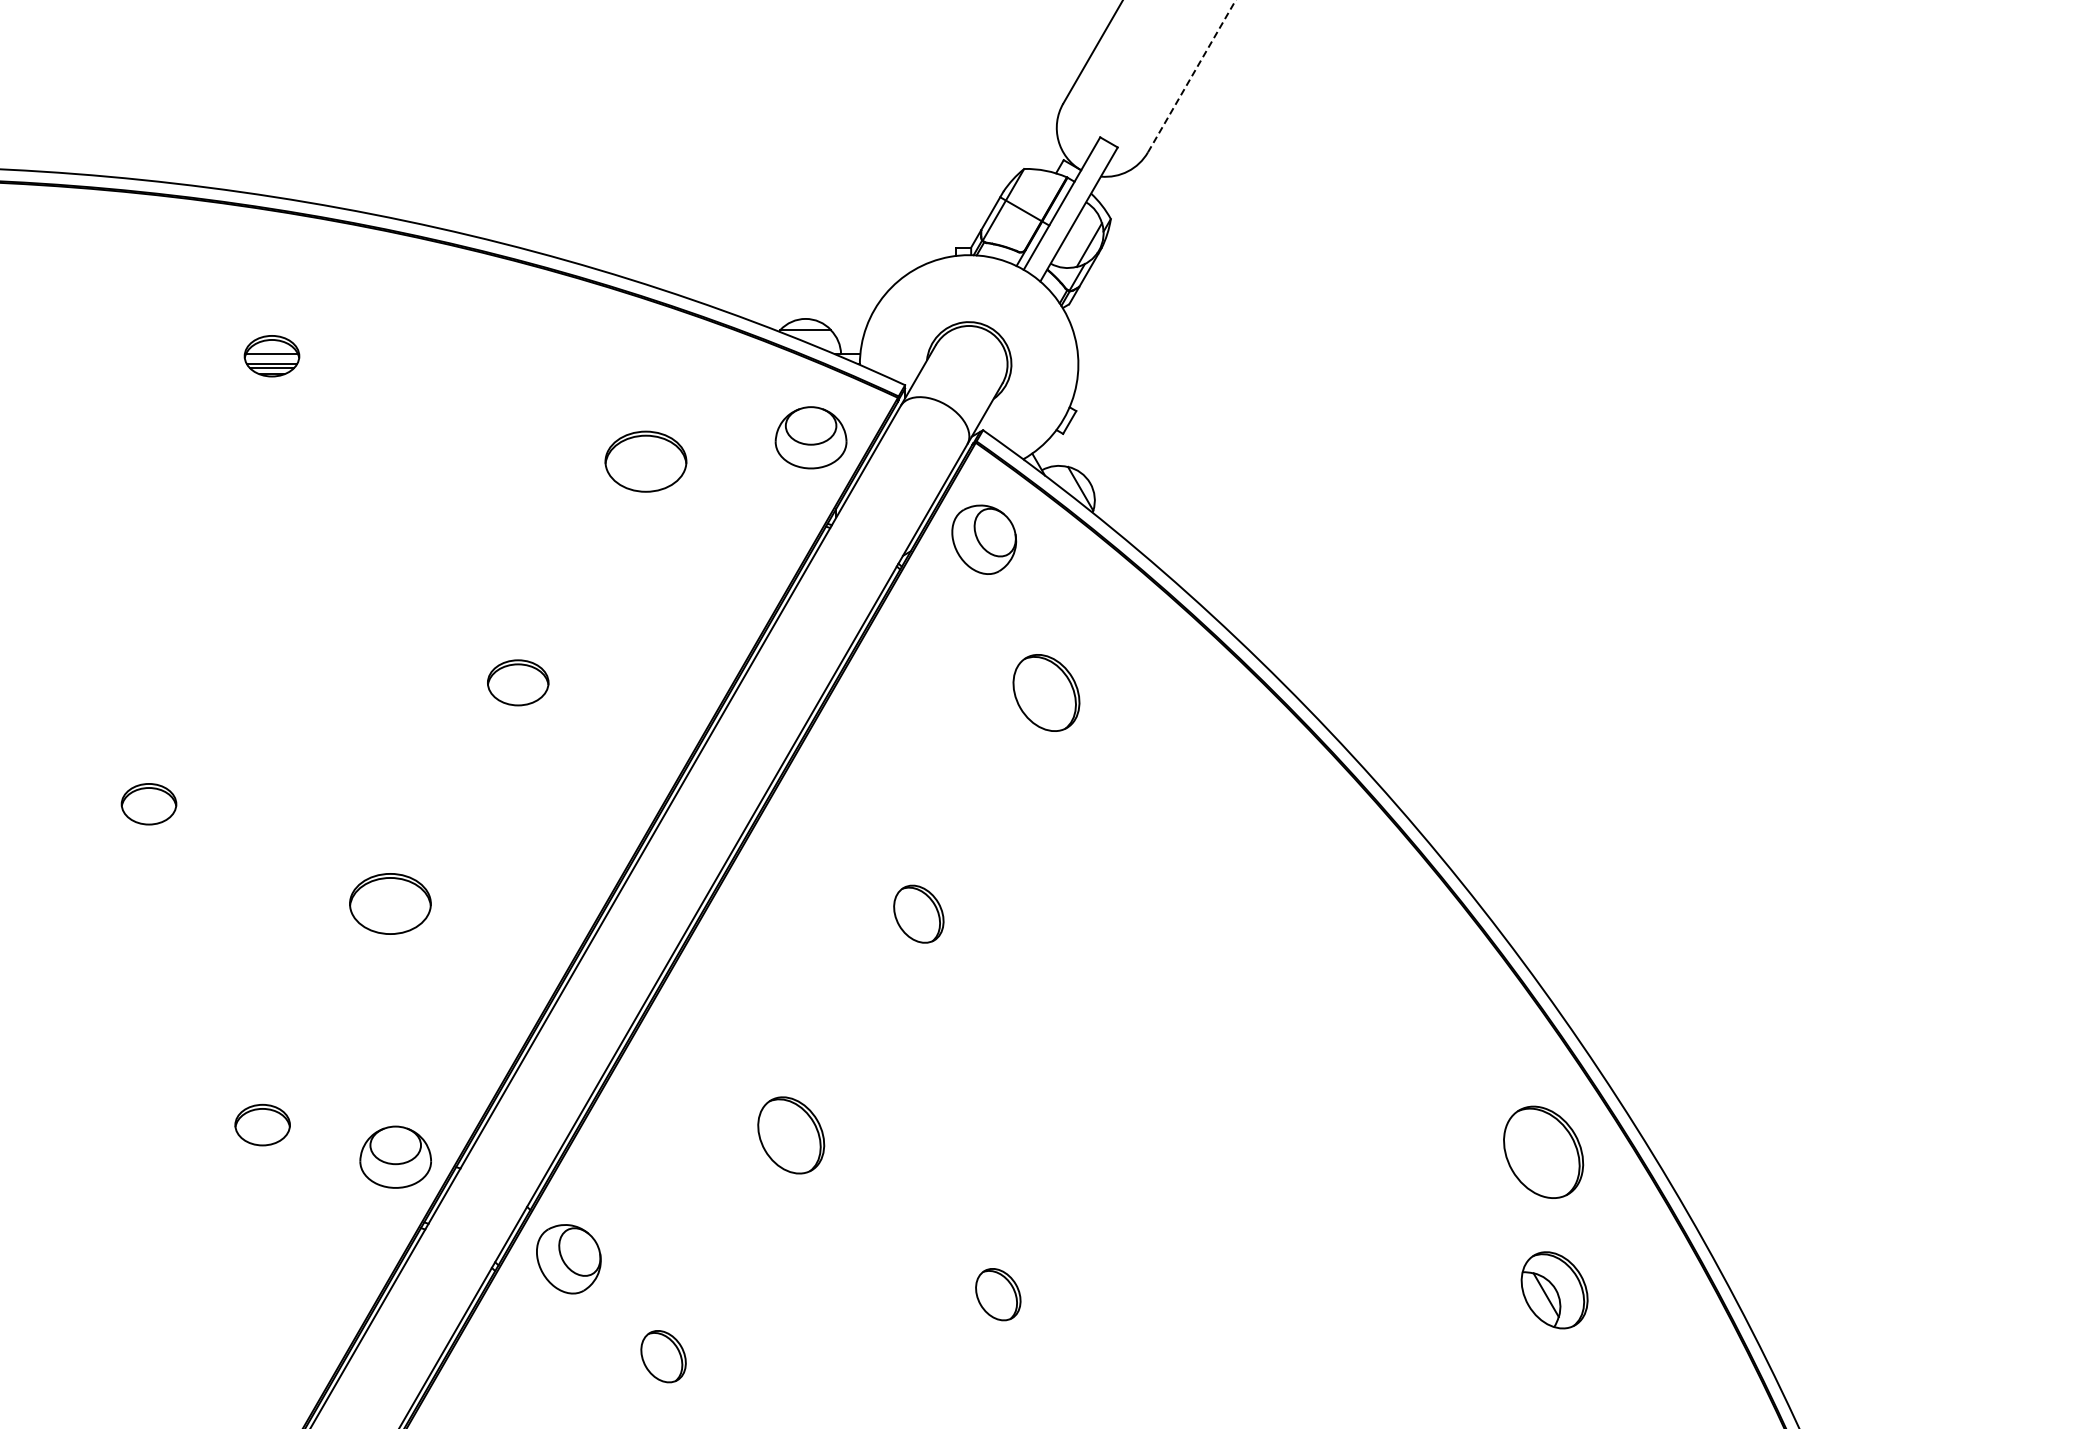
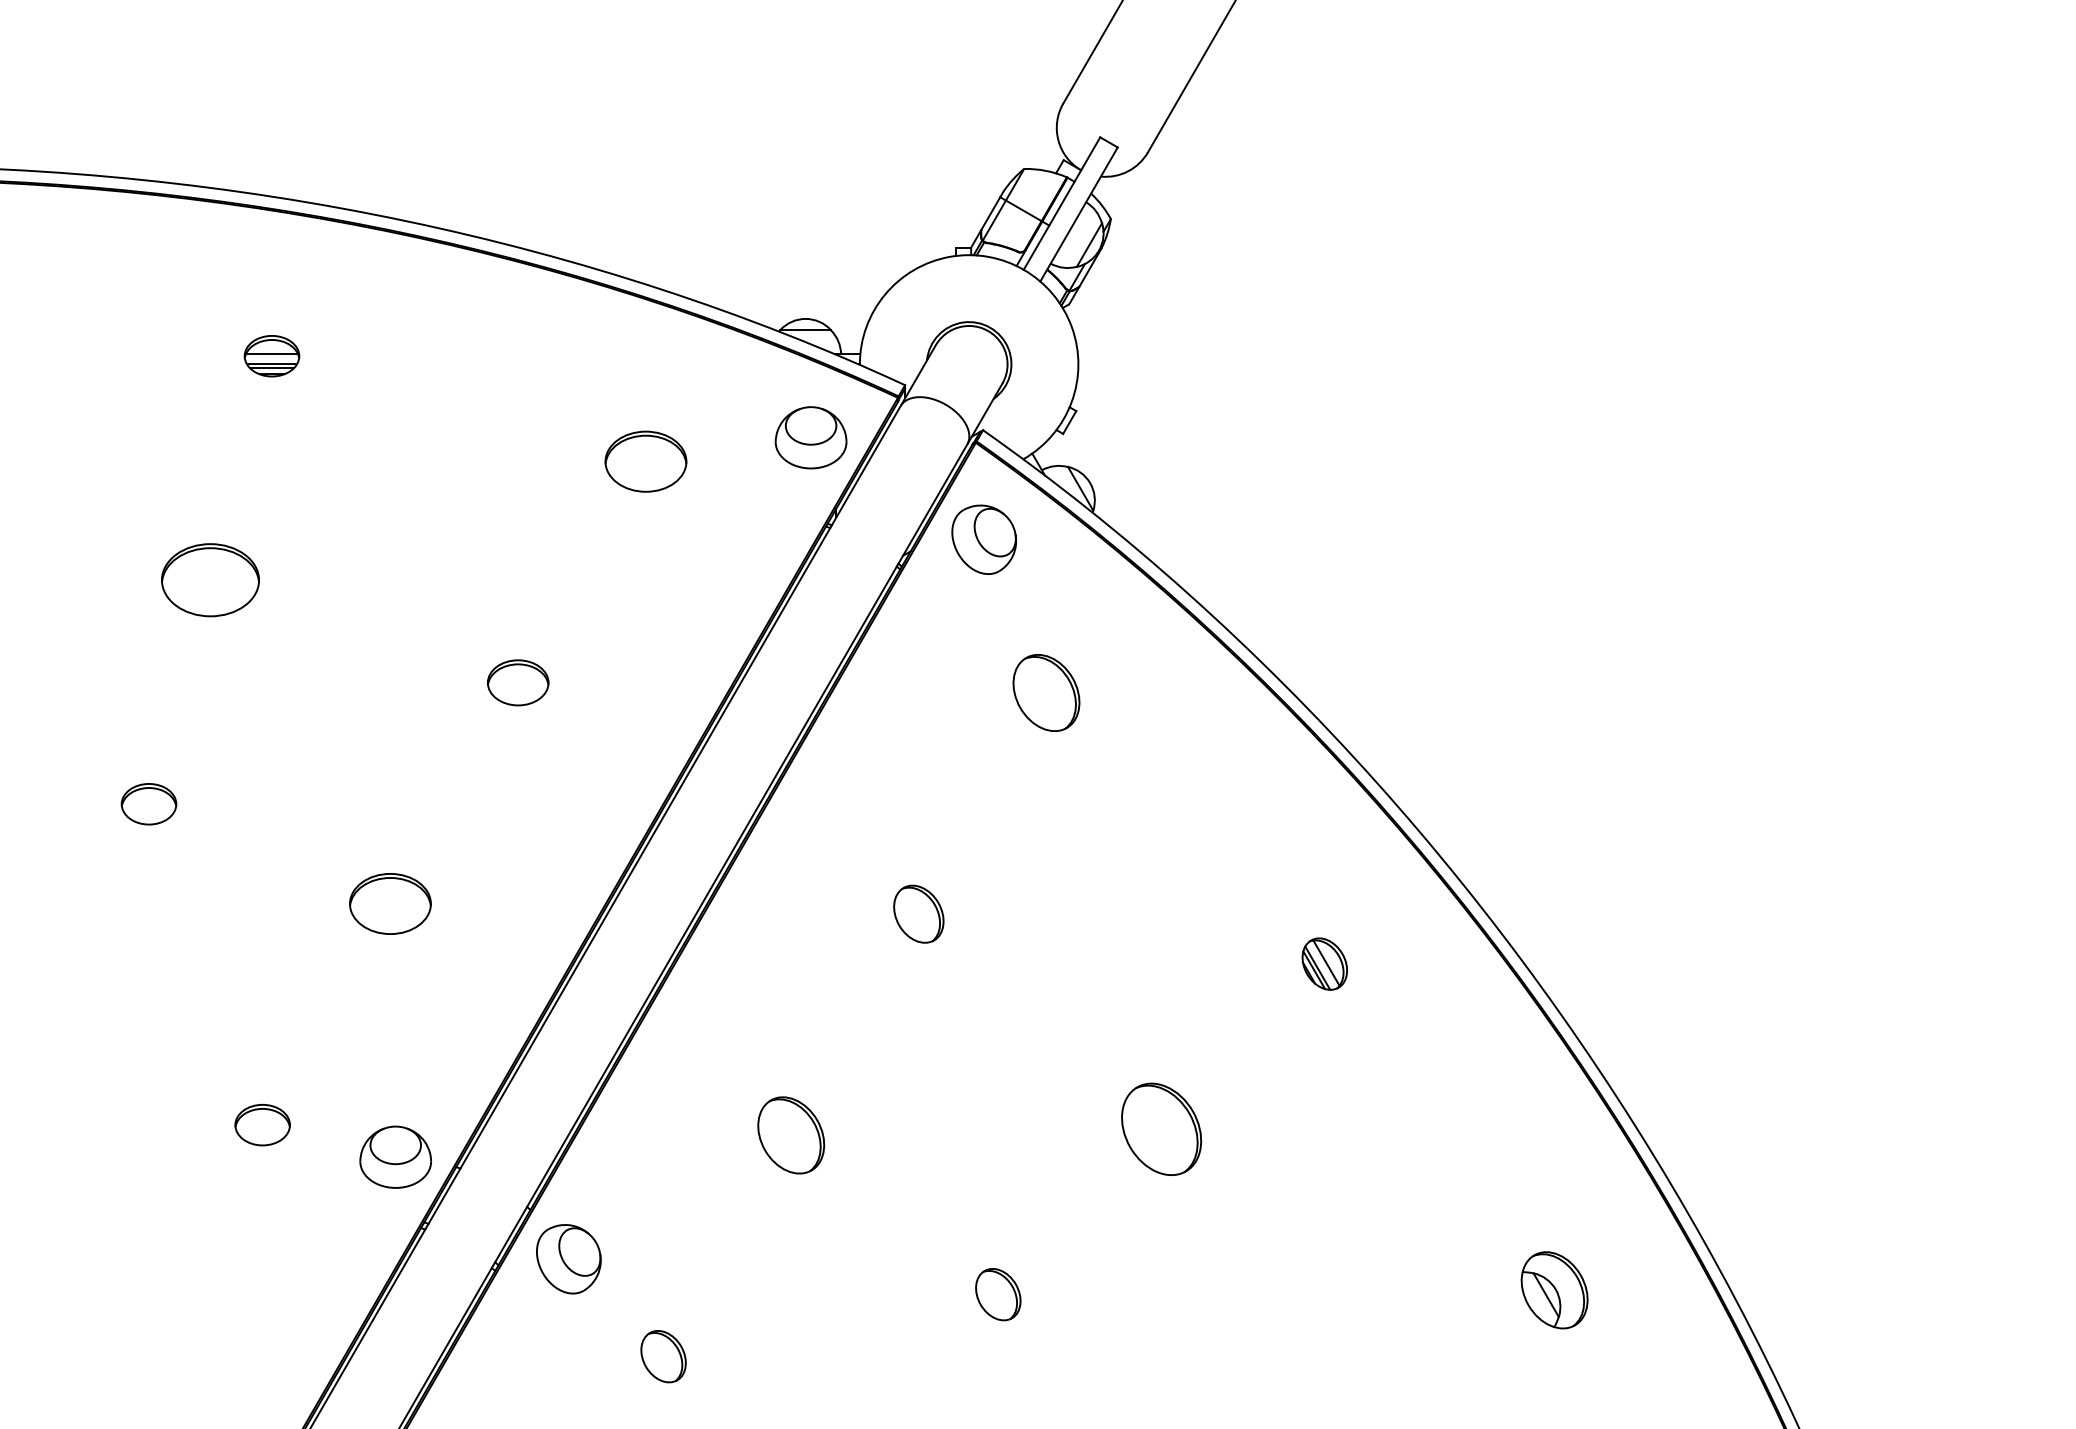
line at (1191, 76): dashed -> solid
part at (210, 580): none -> present
part at (1324, 963): none -> present
part at (1543, 1151) position: (1543, 1151) -> (1161, 1128)
